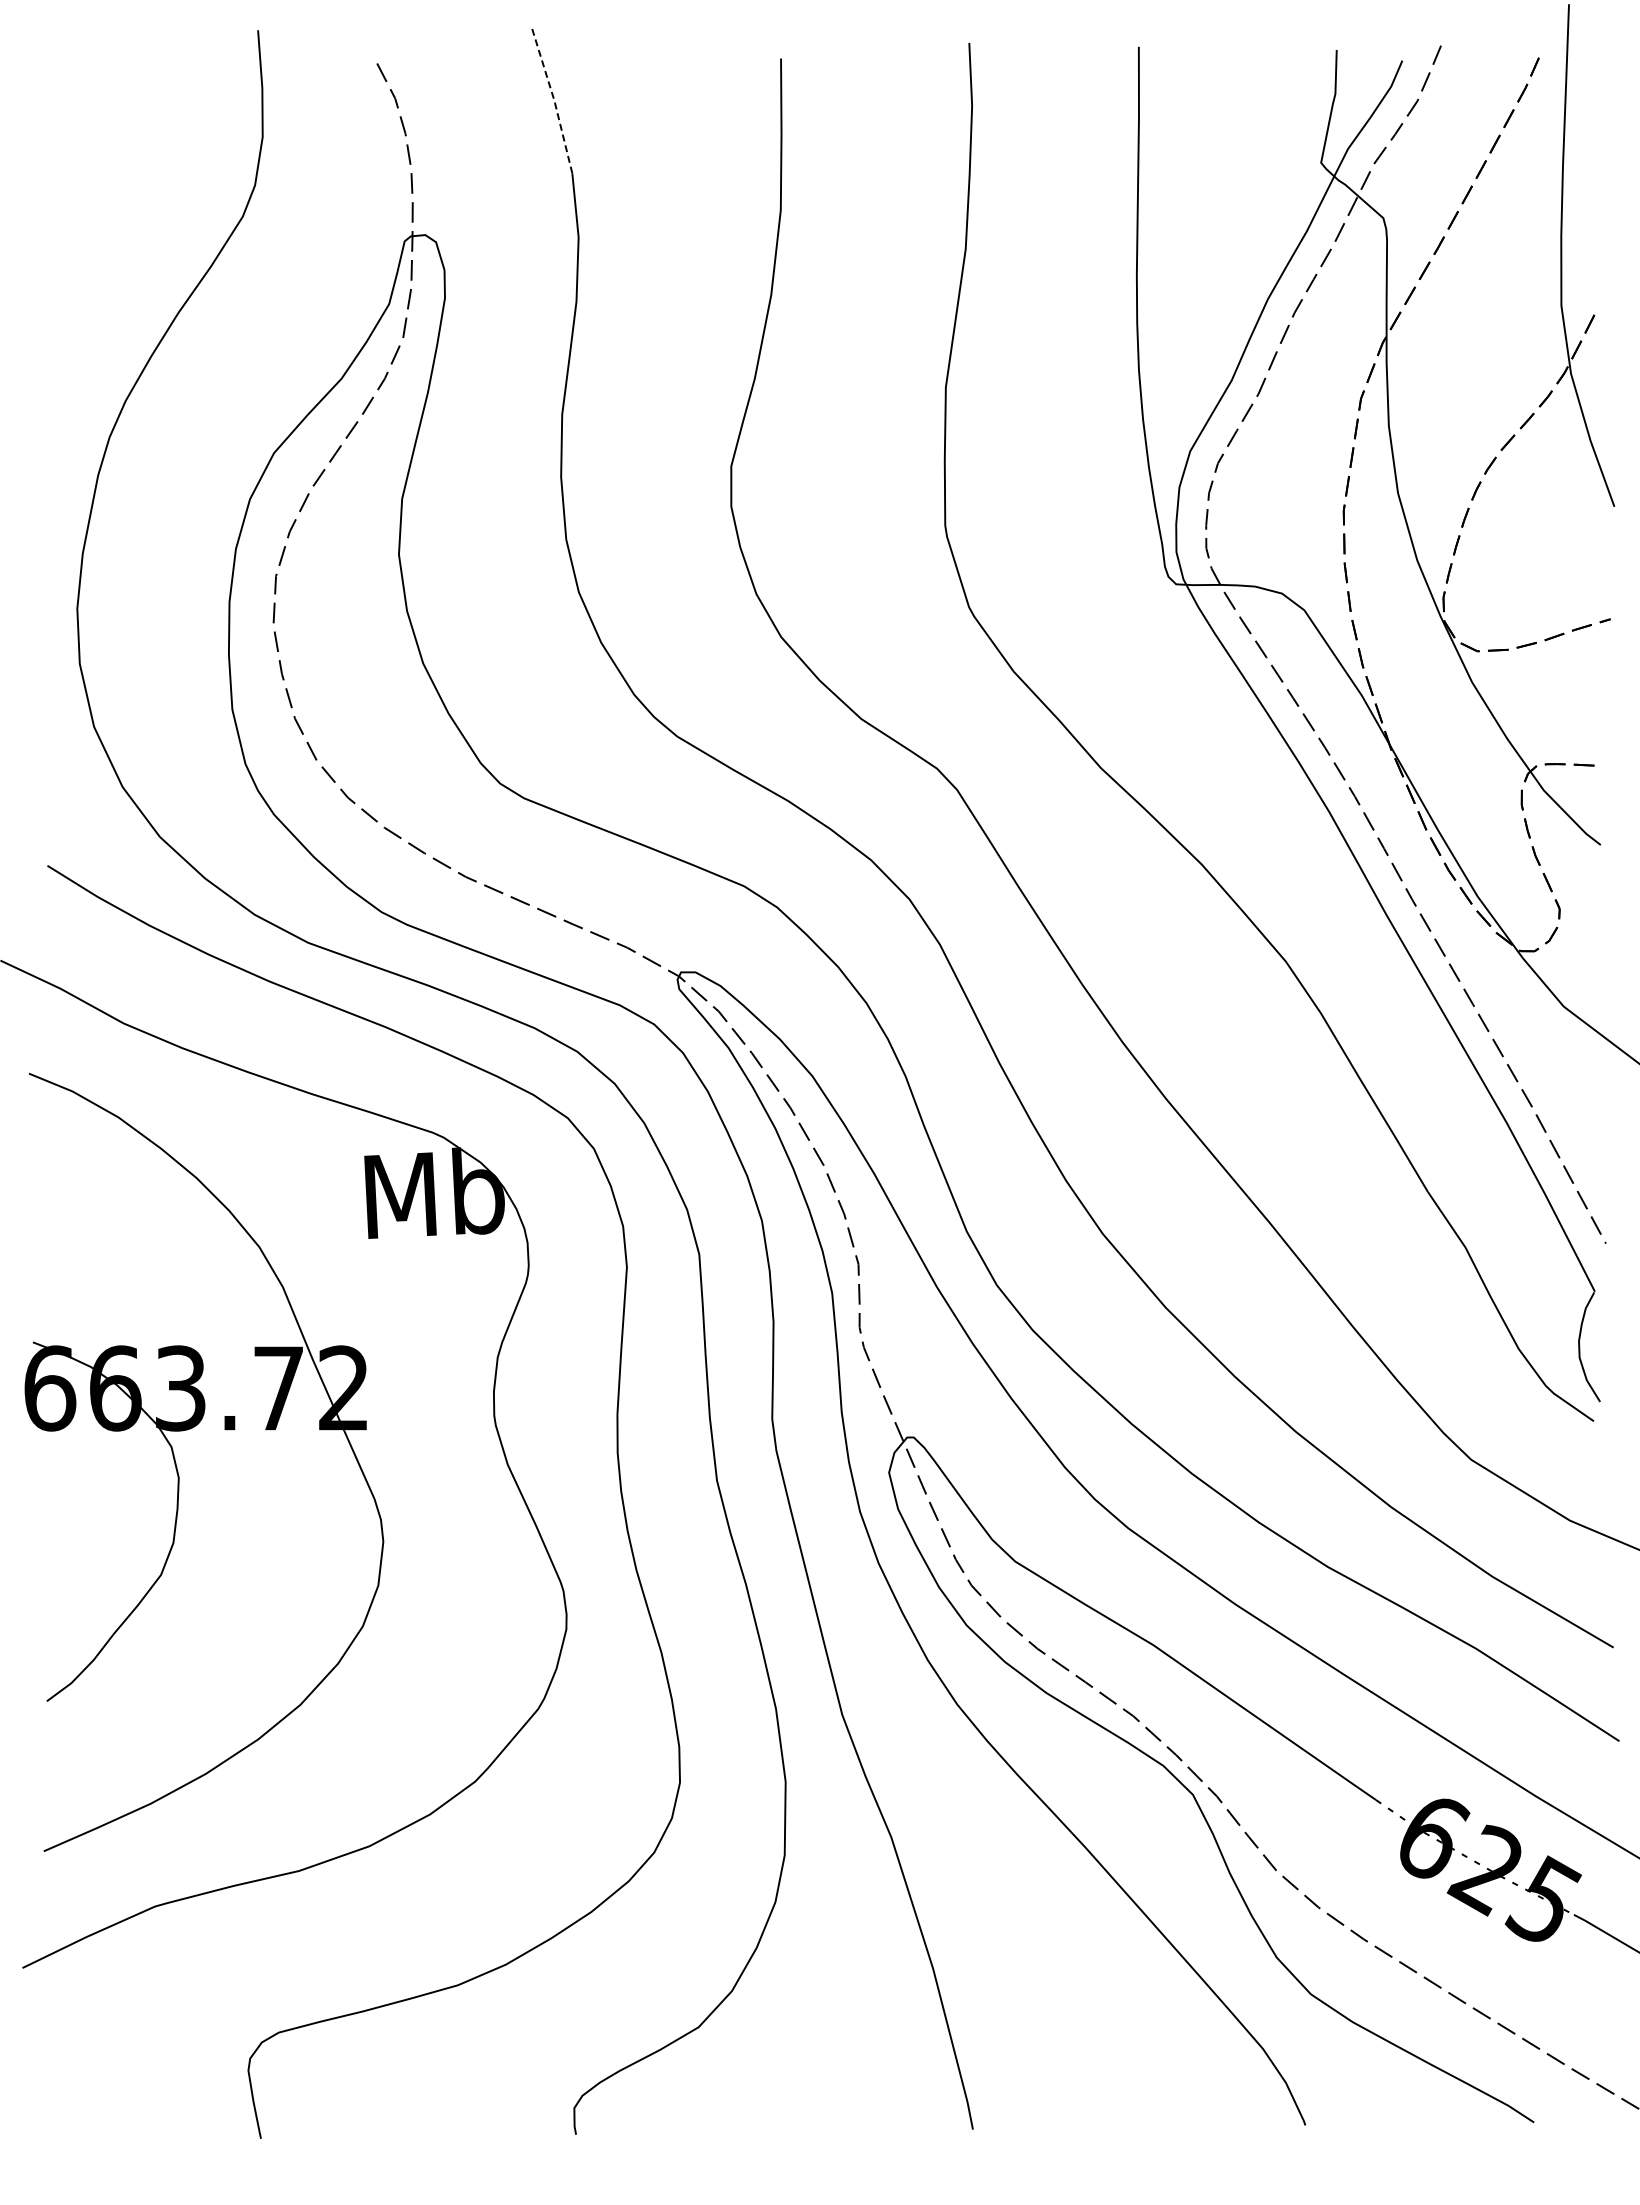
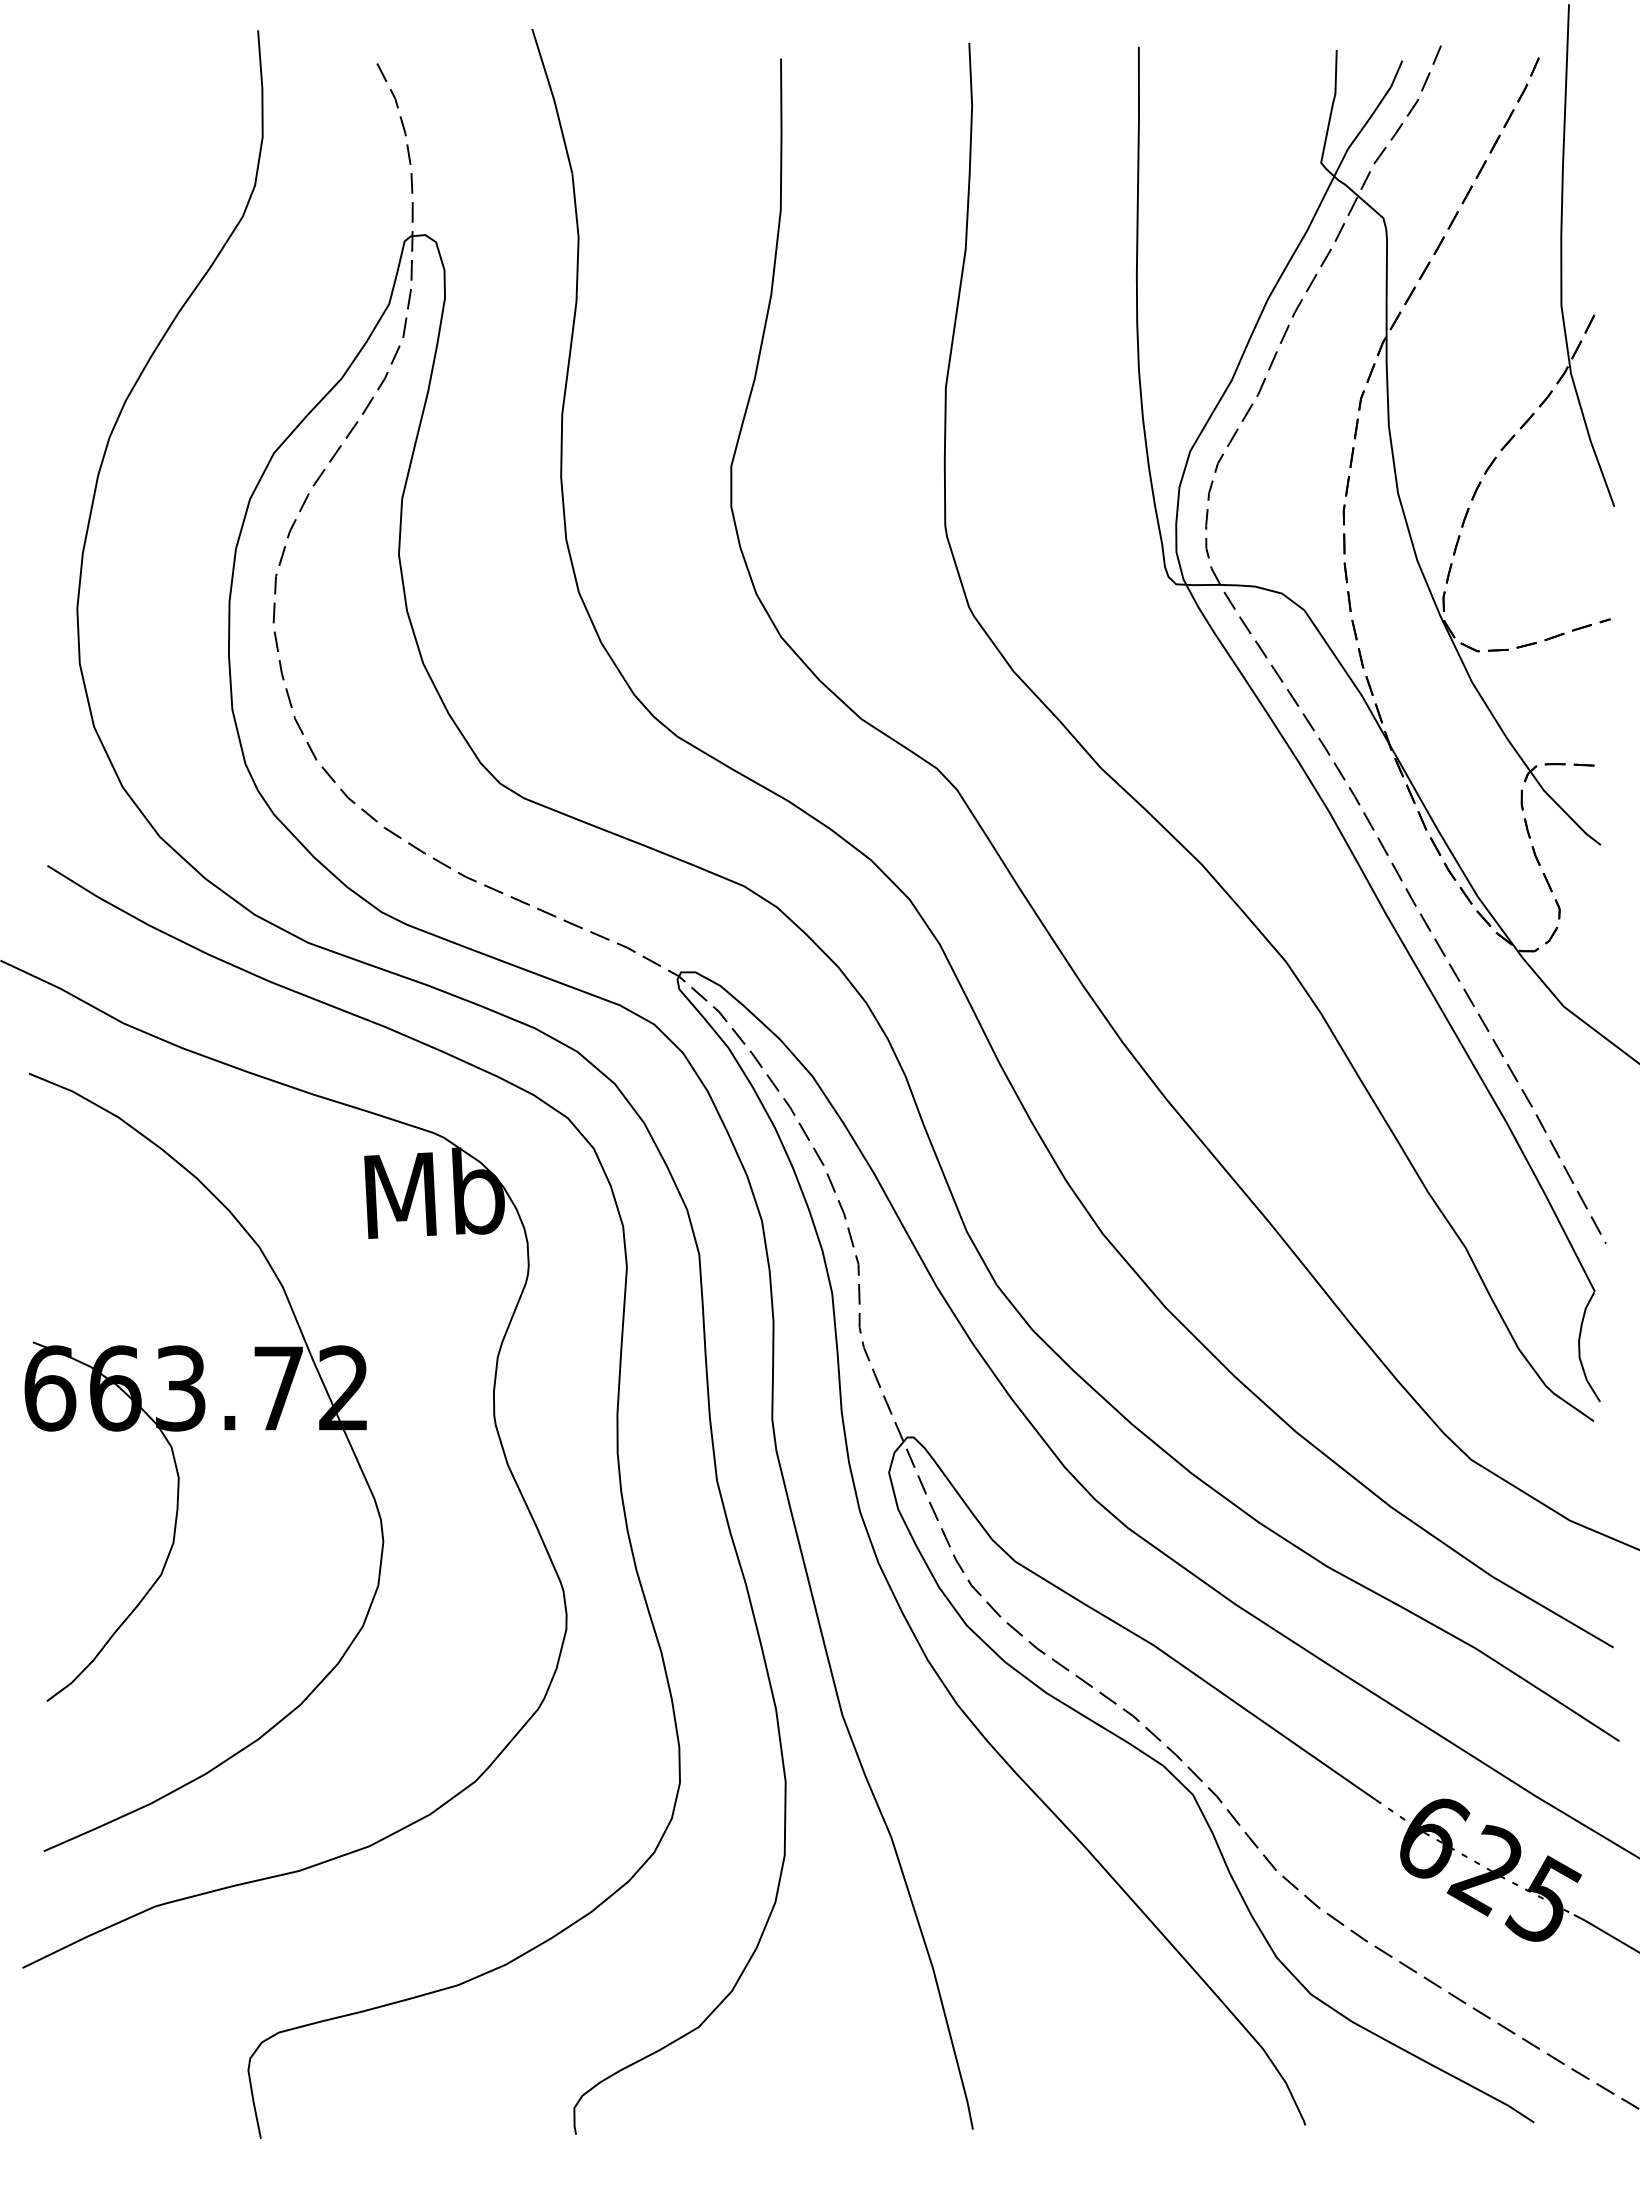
line at (554, 100): dashed -> solid
